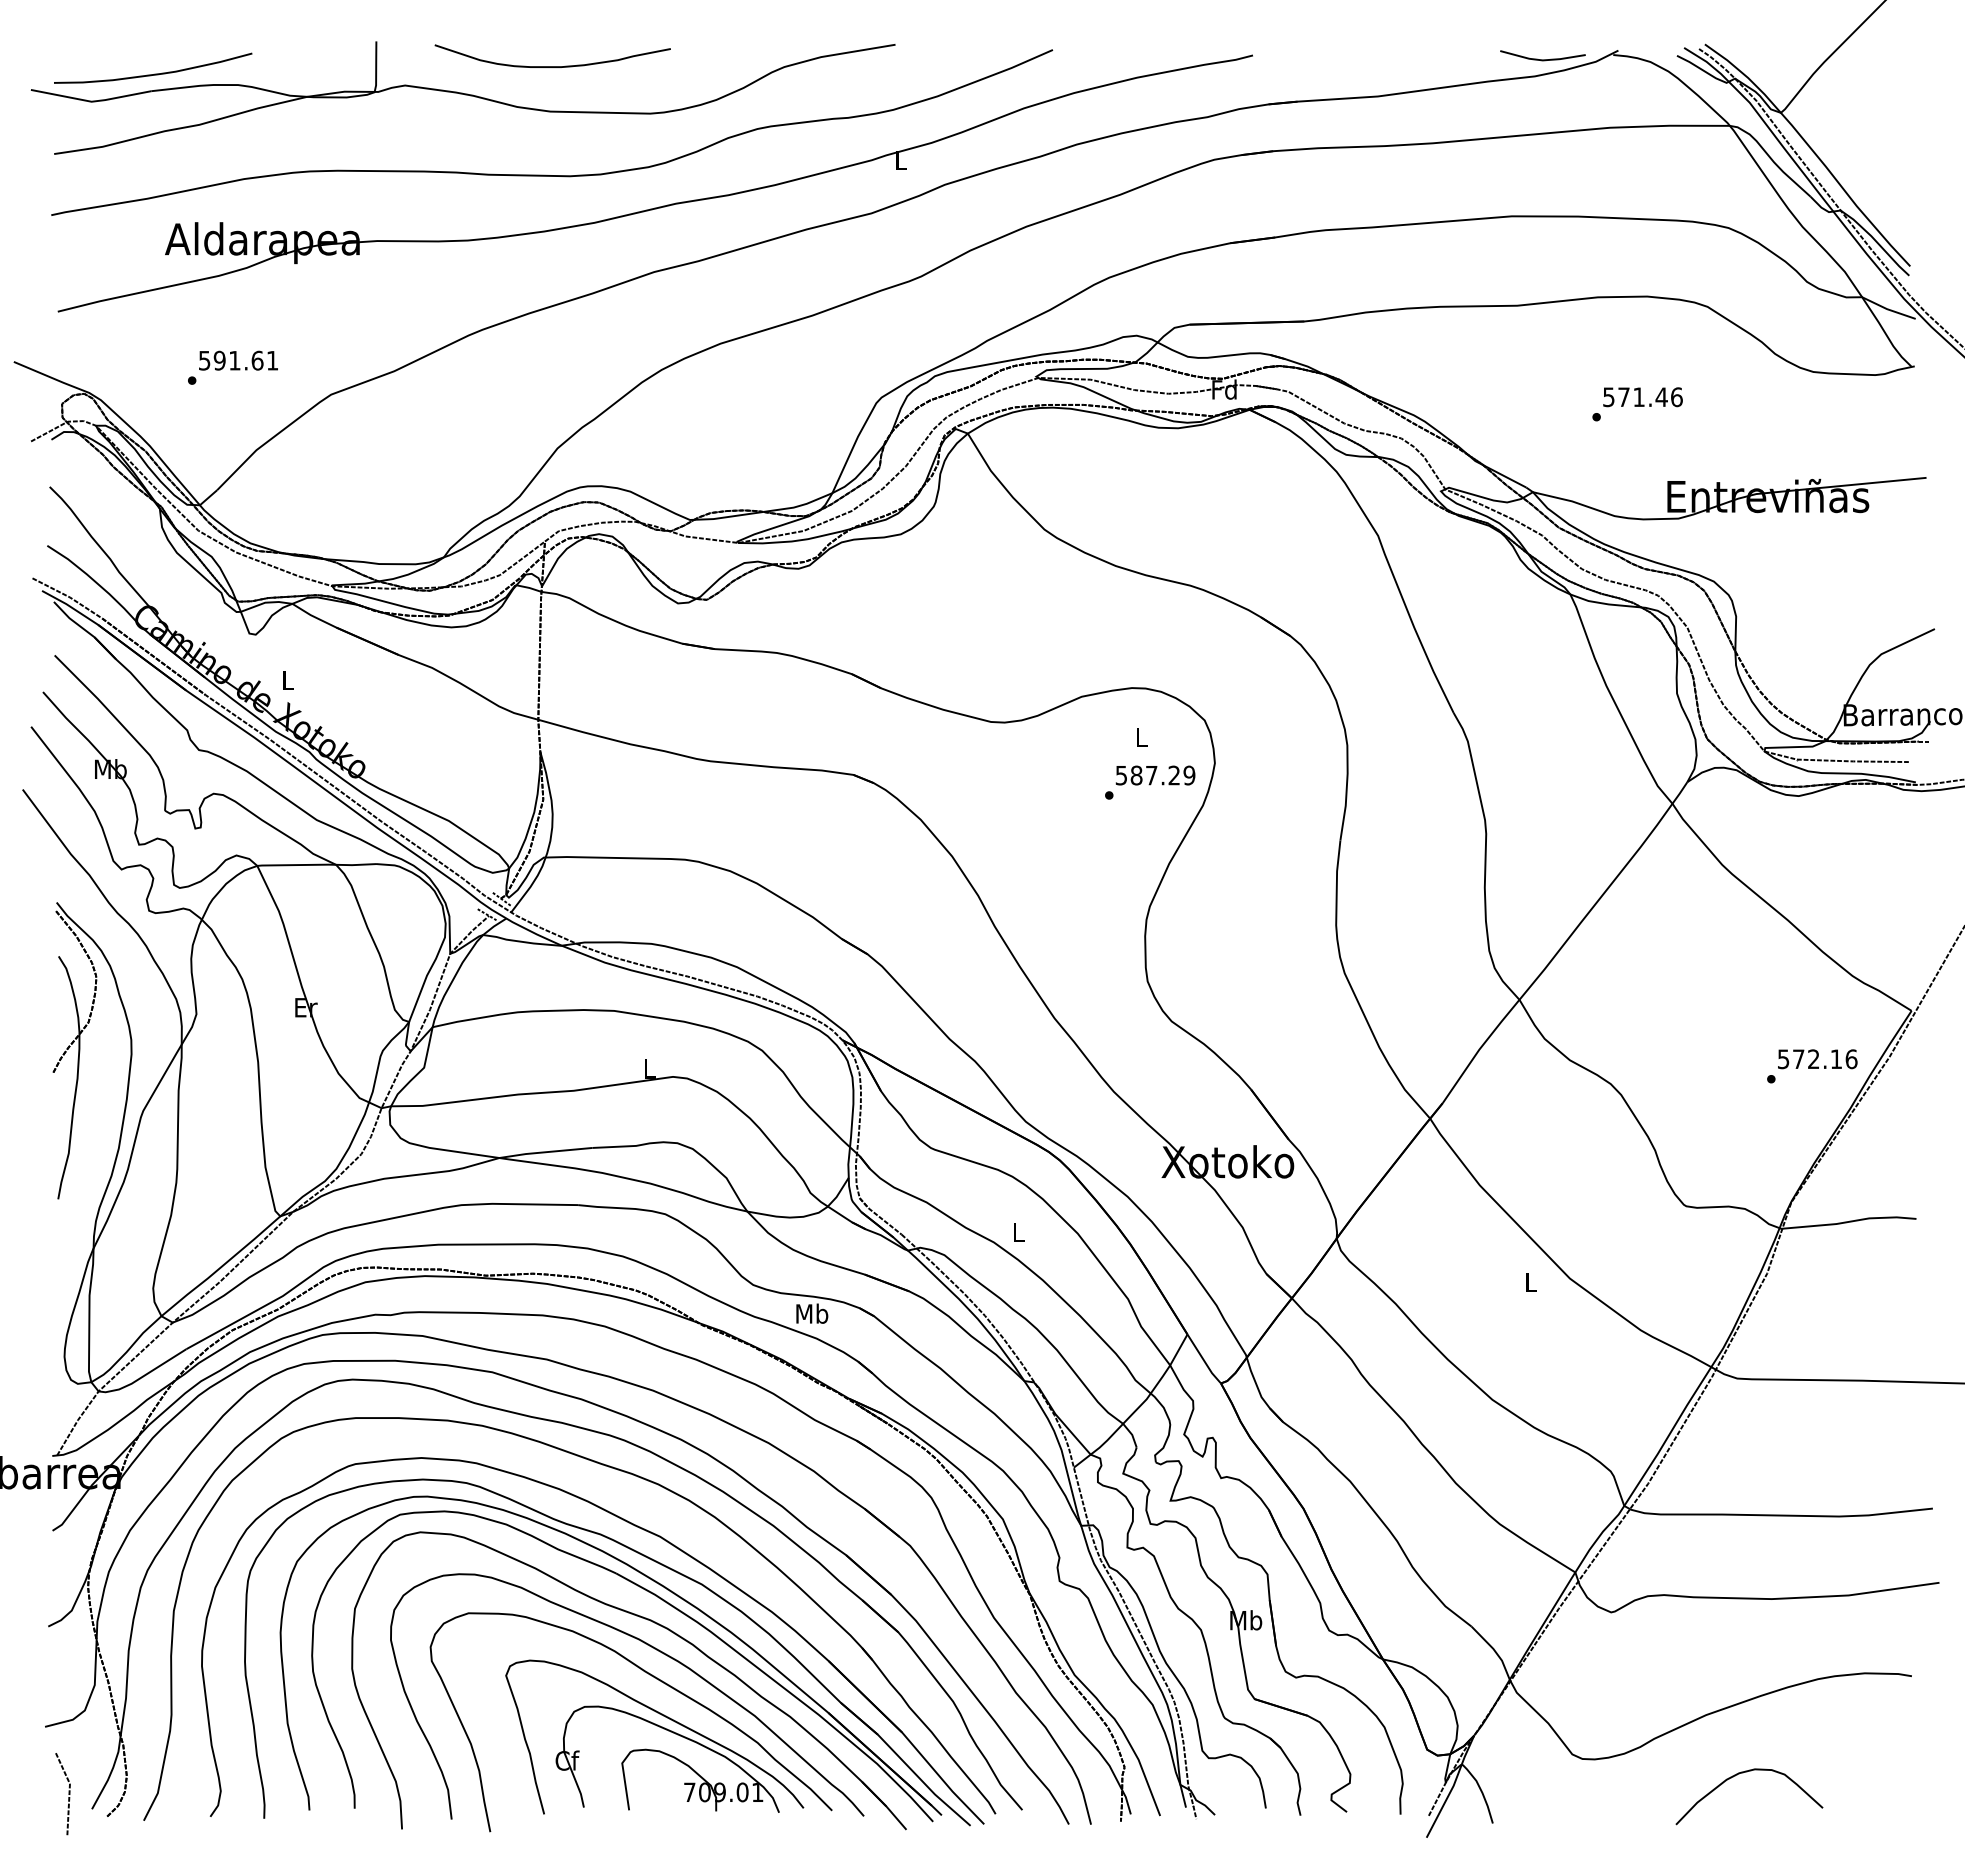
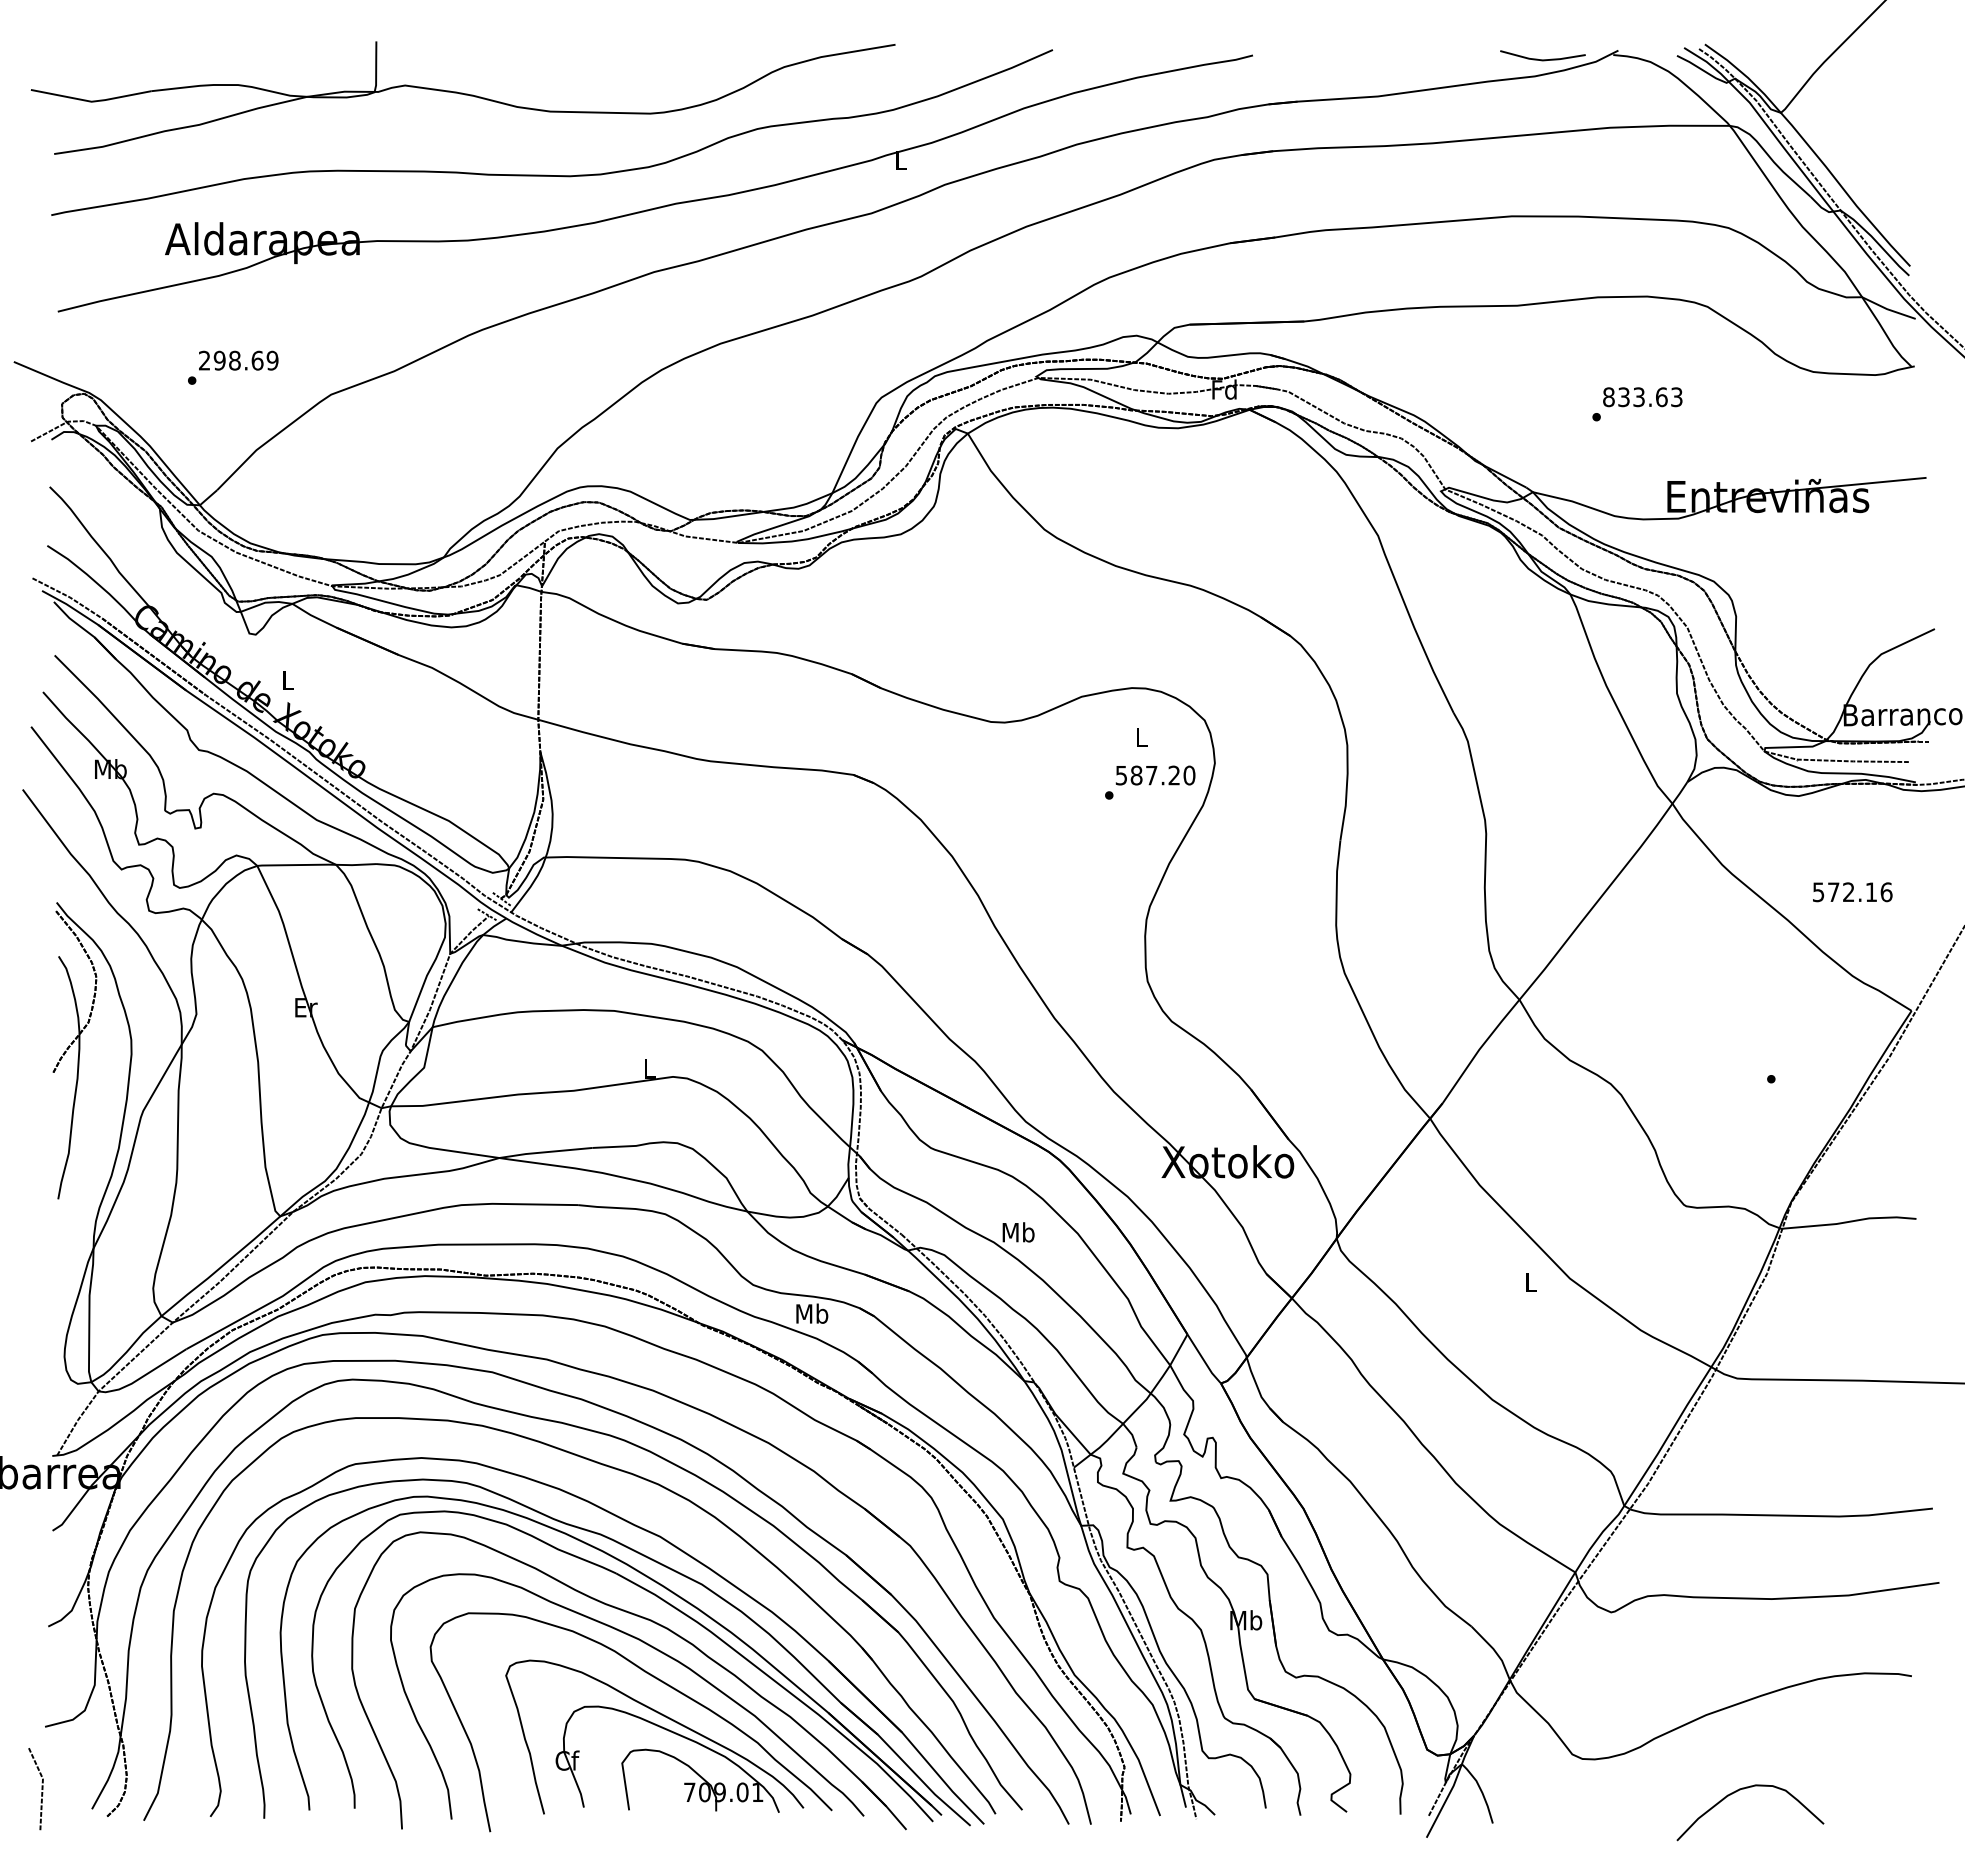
curve at (552, 66): present -> none
curve at (154, 73): present -> none
text at (238, 360): 591.61 -> 298.69
text at (1642, 397): 571.46 -> 833.63
text at (1189, 775): 587.29 -> 587.20
text at (1817, 1059) position: (1817, 1059) -> (1852, 892)
text at (1018, 1232): L -> Mb
curve at (1743, 1773) position: (1743, 1773) -> (1744, 1789)
line at (68, 1794) position: (68, 1794) -> (41, 1789)
